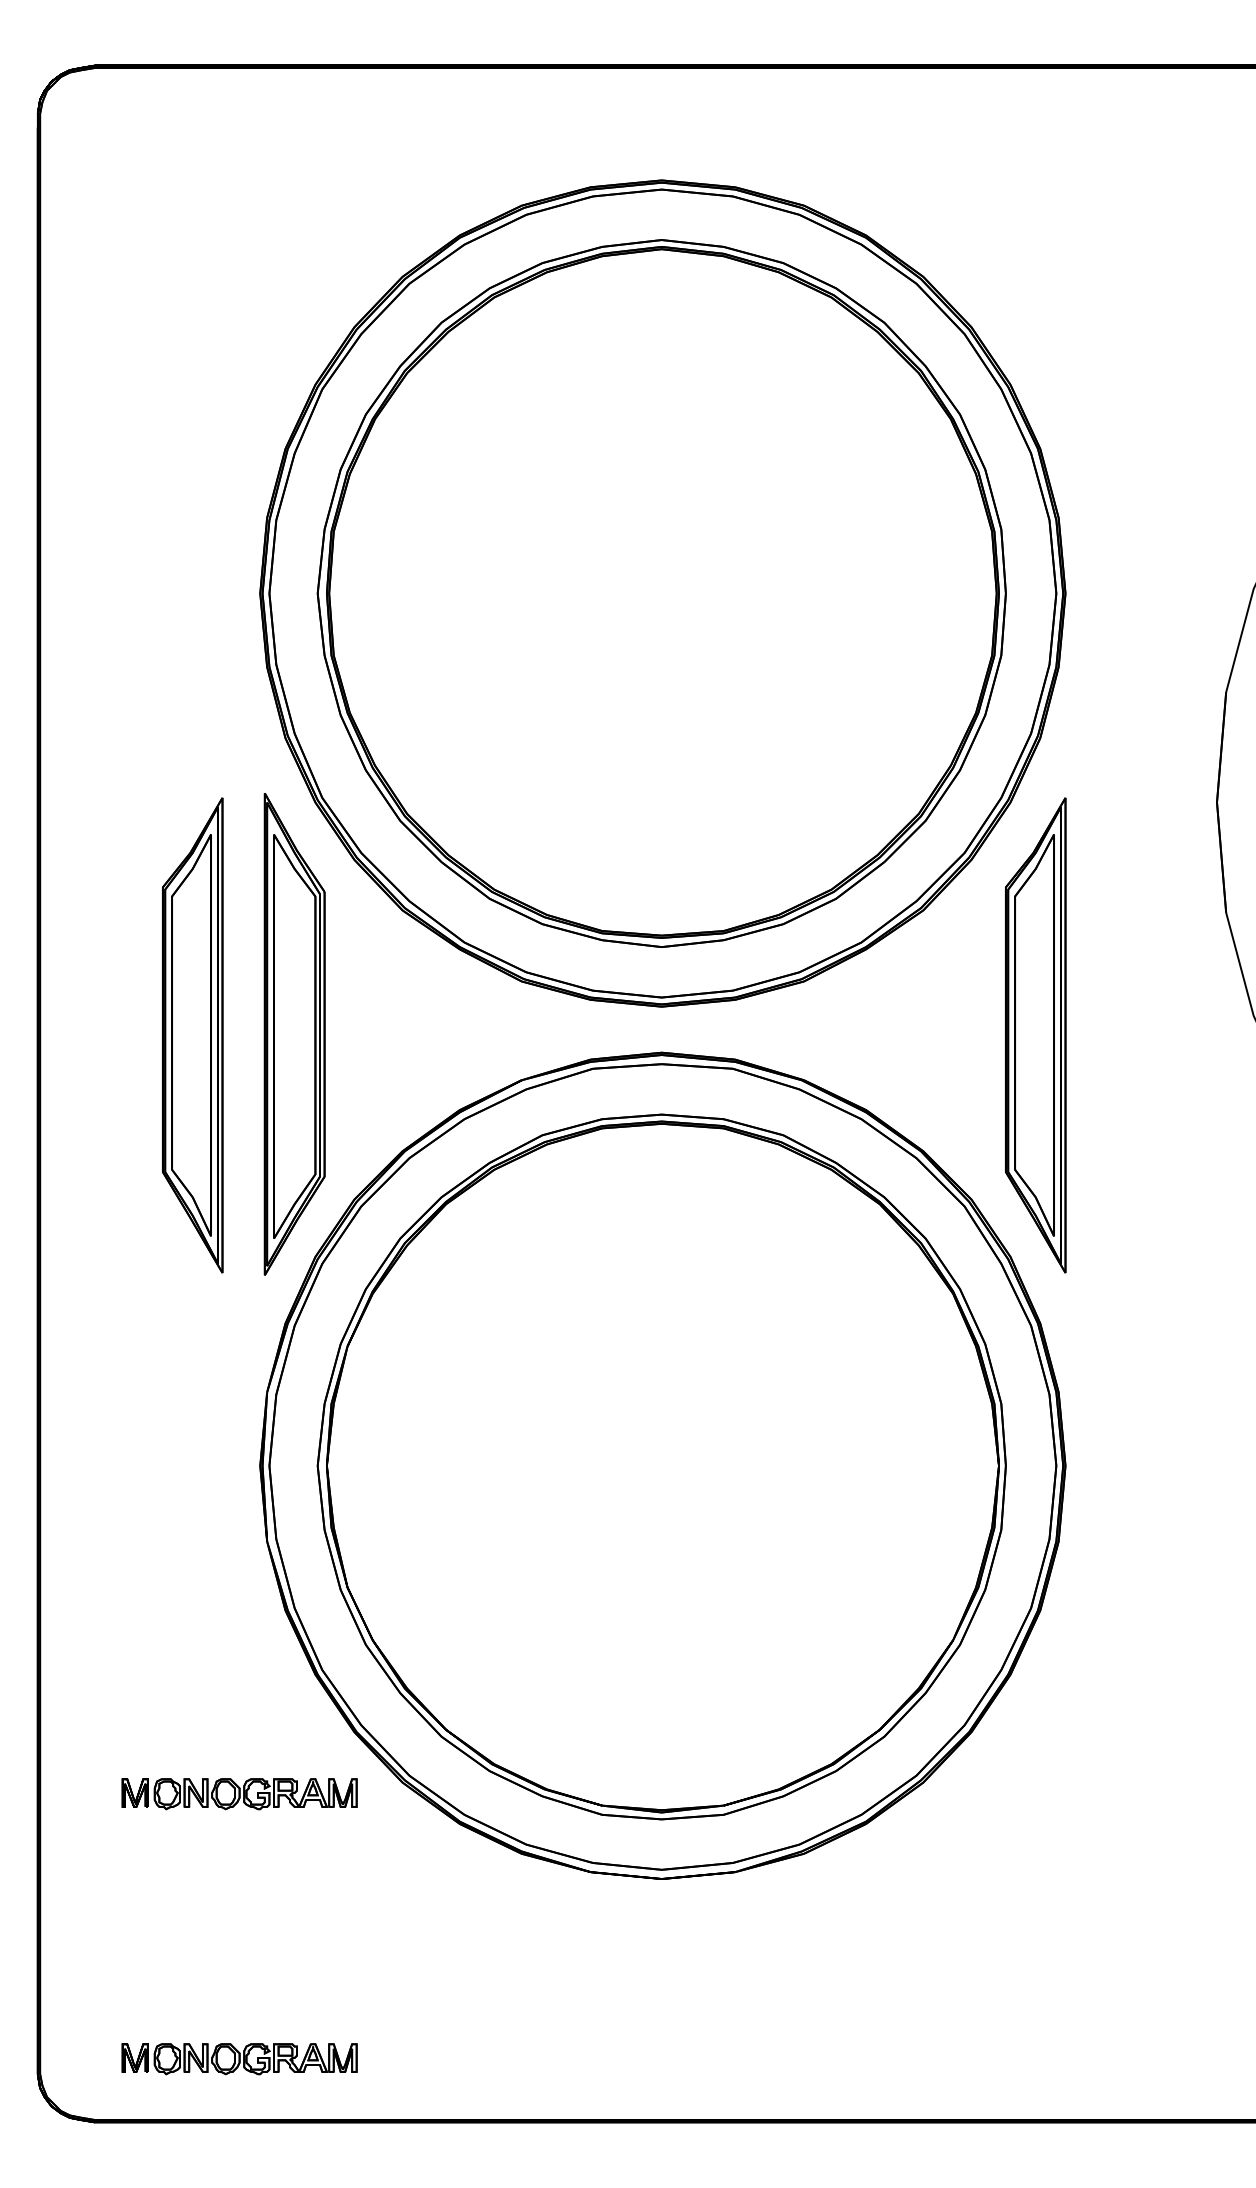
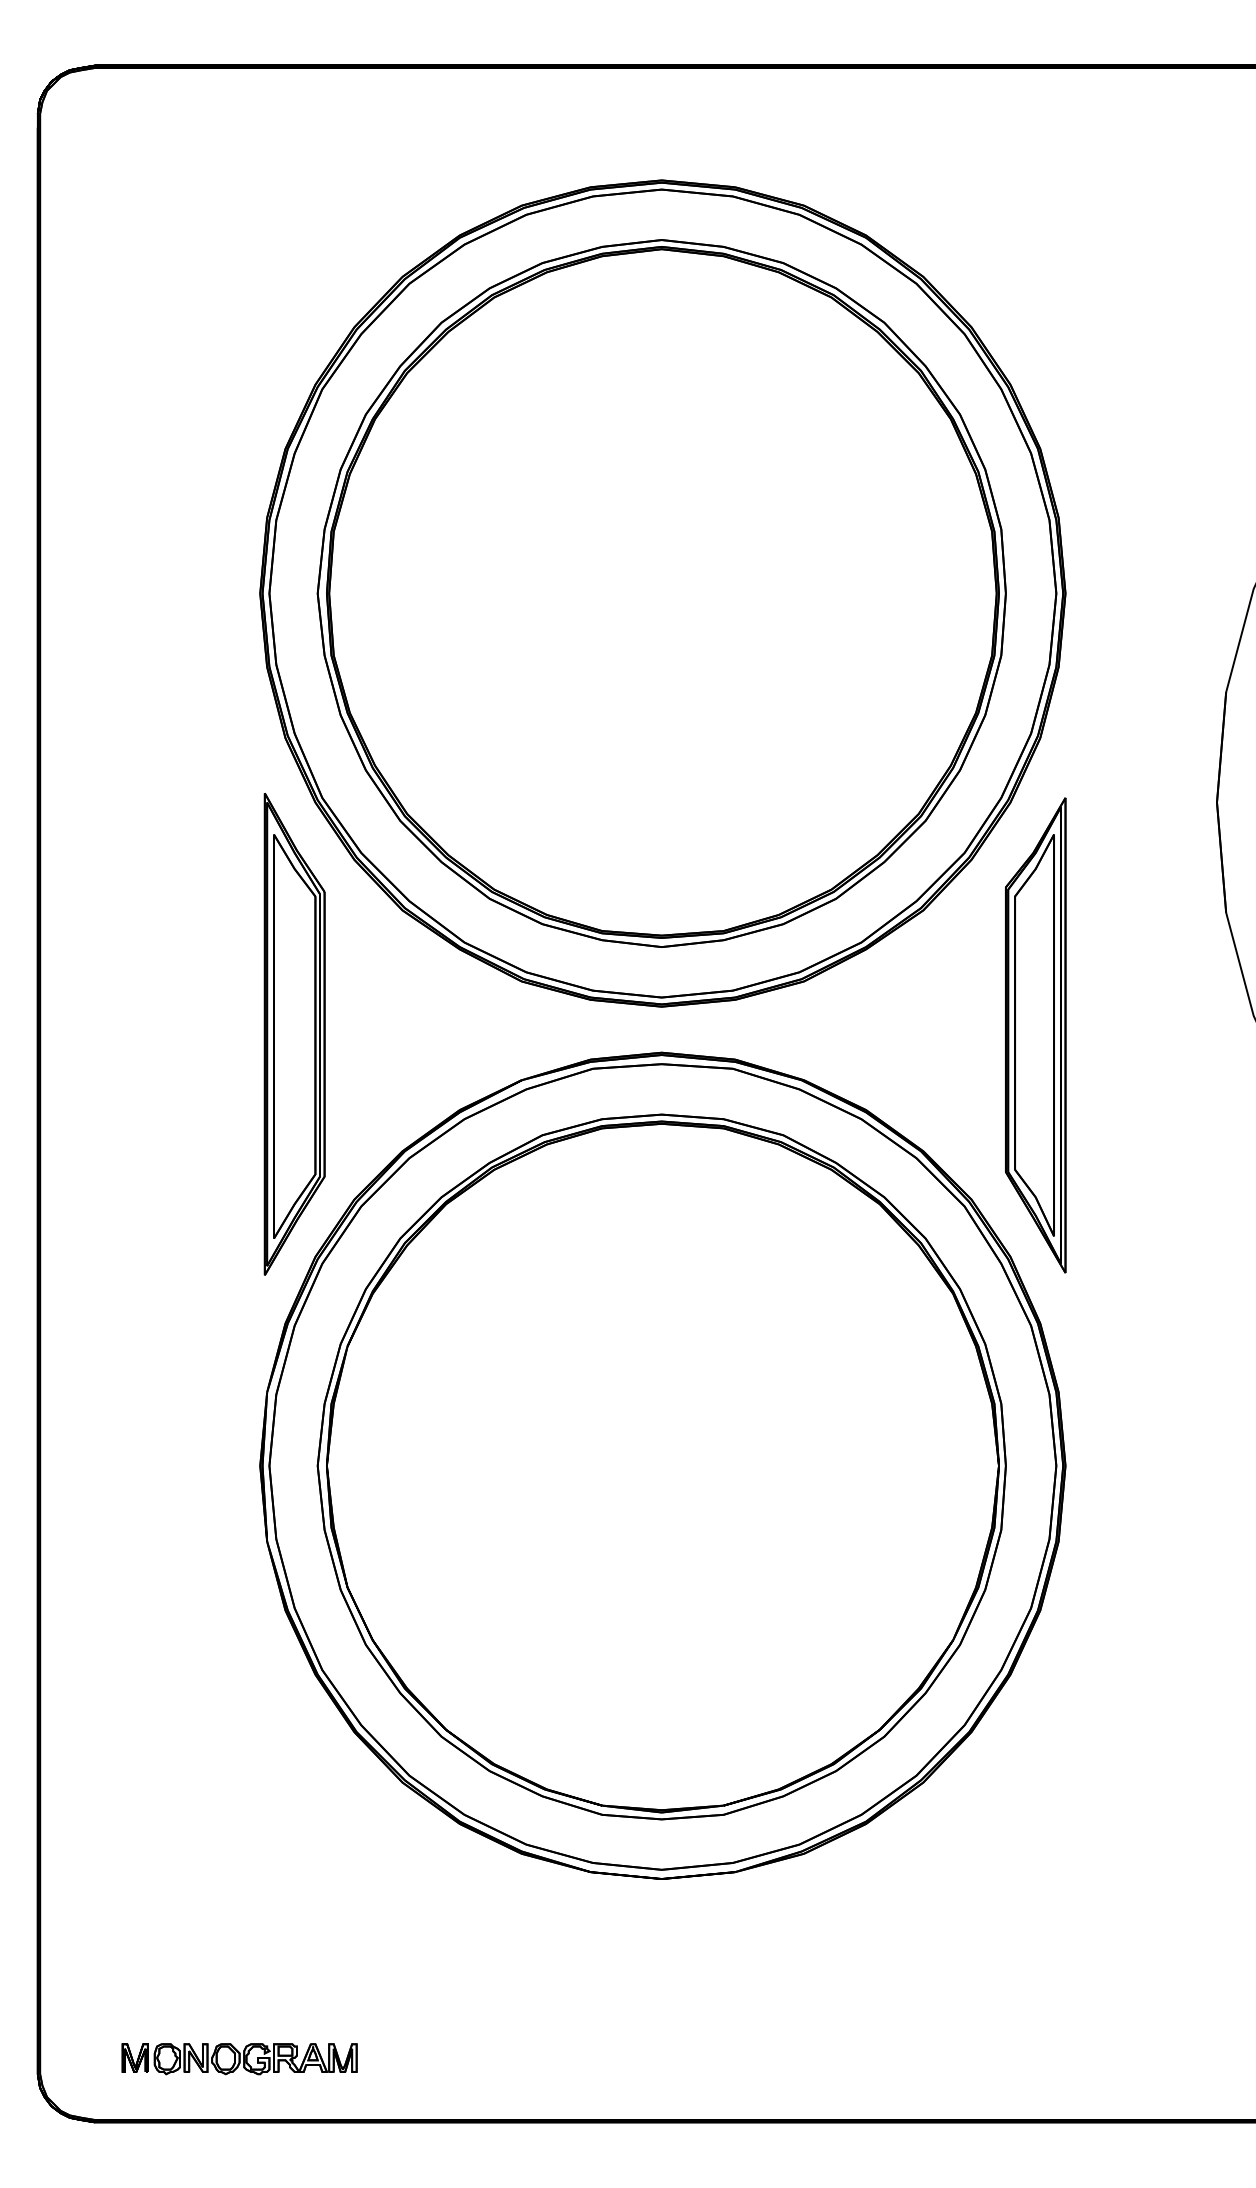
part at (192, 1035): present -> none
part at (239, 1794): present -> none
